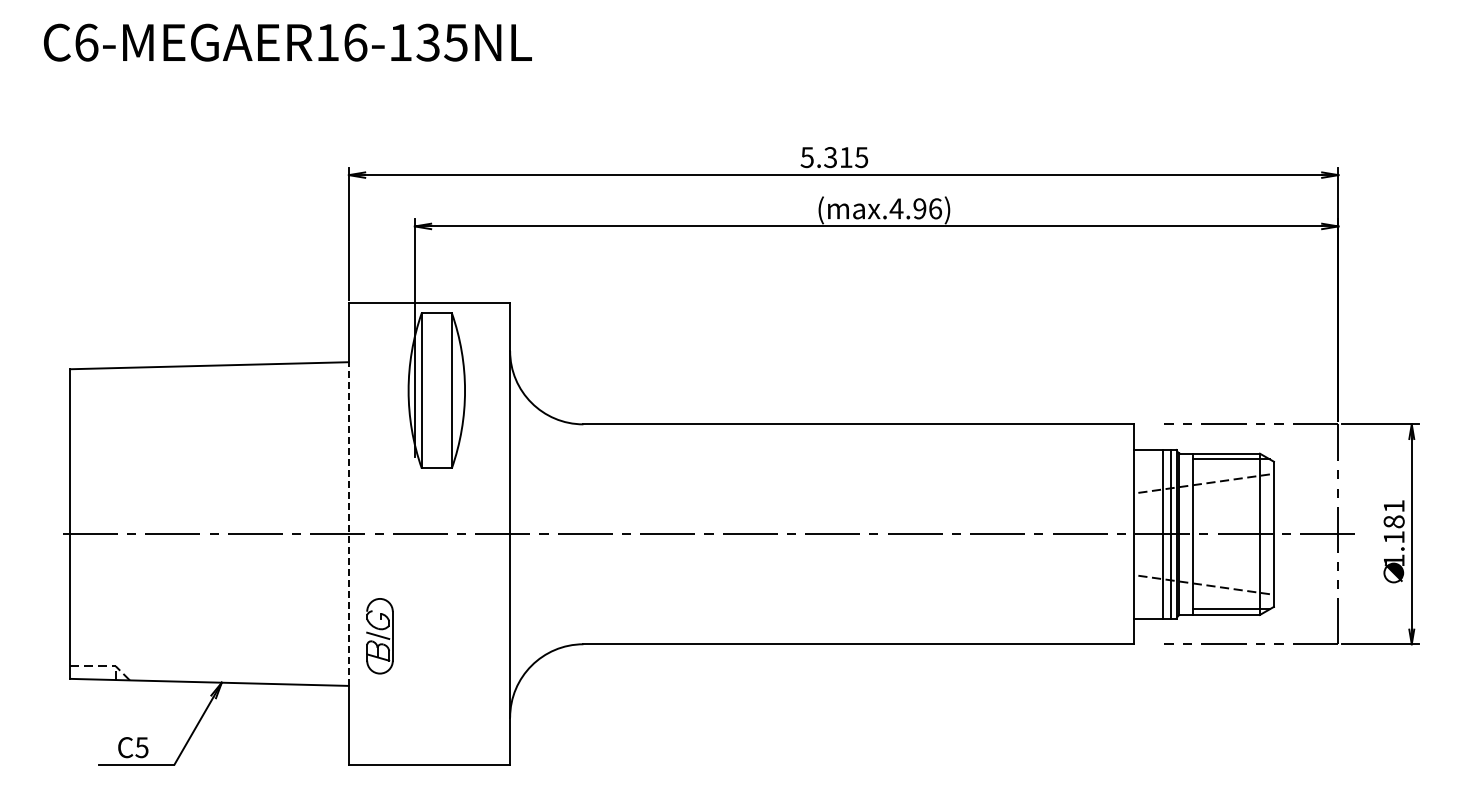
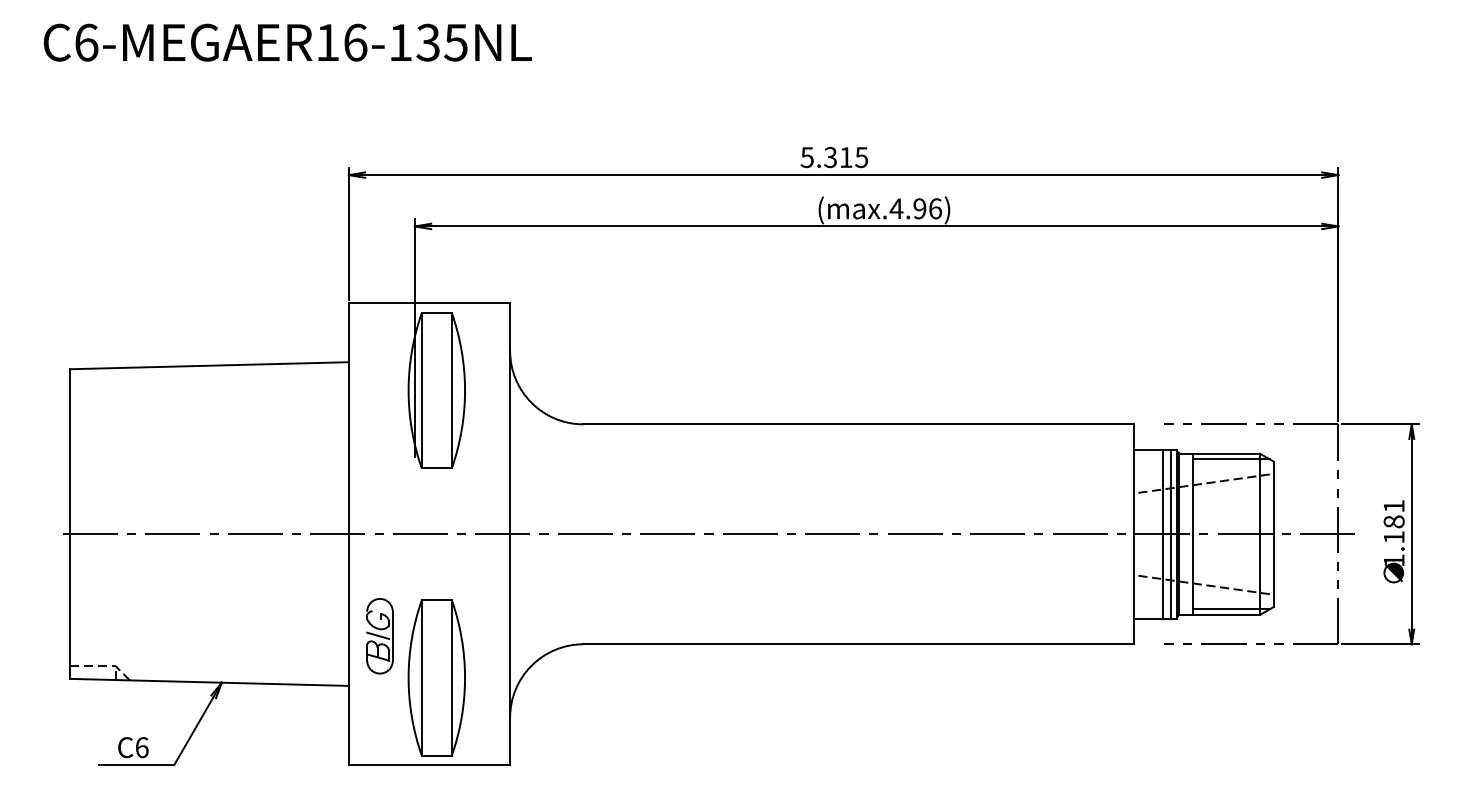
line at (348, 524): dashed -> solid
part at (436, 677): none -> present
text at (141, 747): C5 -> C6
